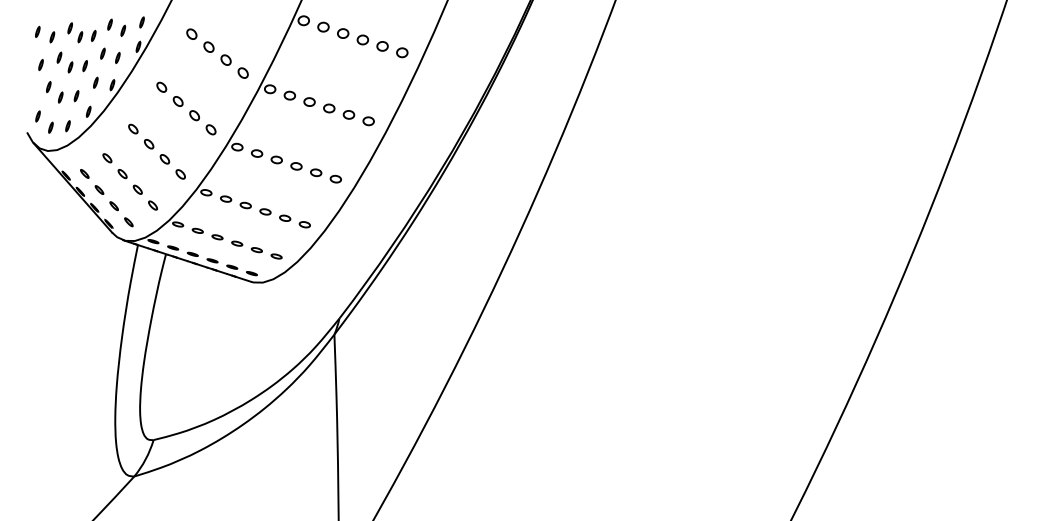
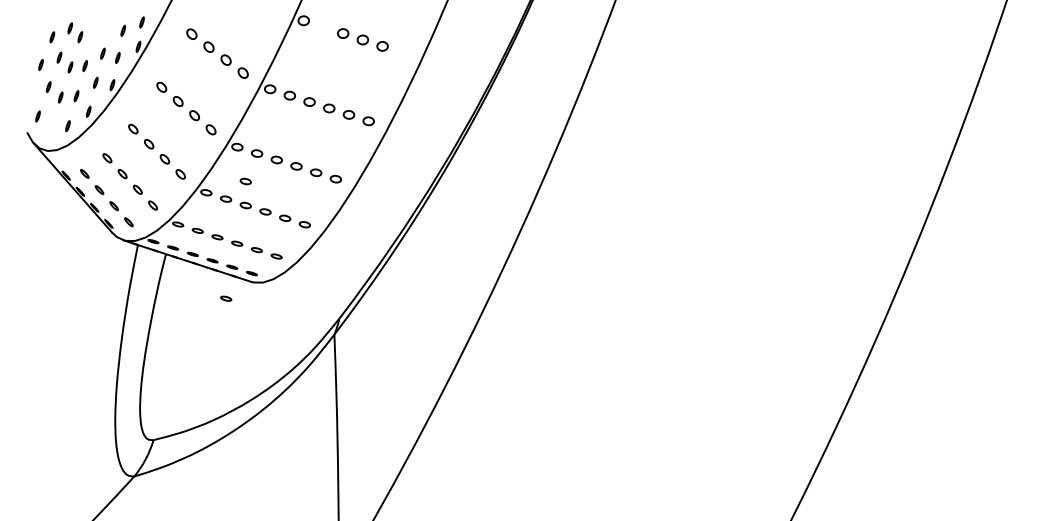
part at (109, 24): present -> none
part at (323, 26): present -> none
part at (37, 31): present -> none
part at (93, 35): present -> none
part at (402, 52): present -> none
part at (50, 127): present -> none
part at (245, 181): none -> present
part at (226, 298): none -> present
